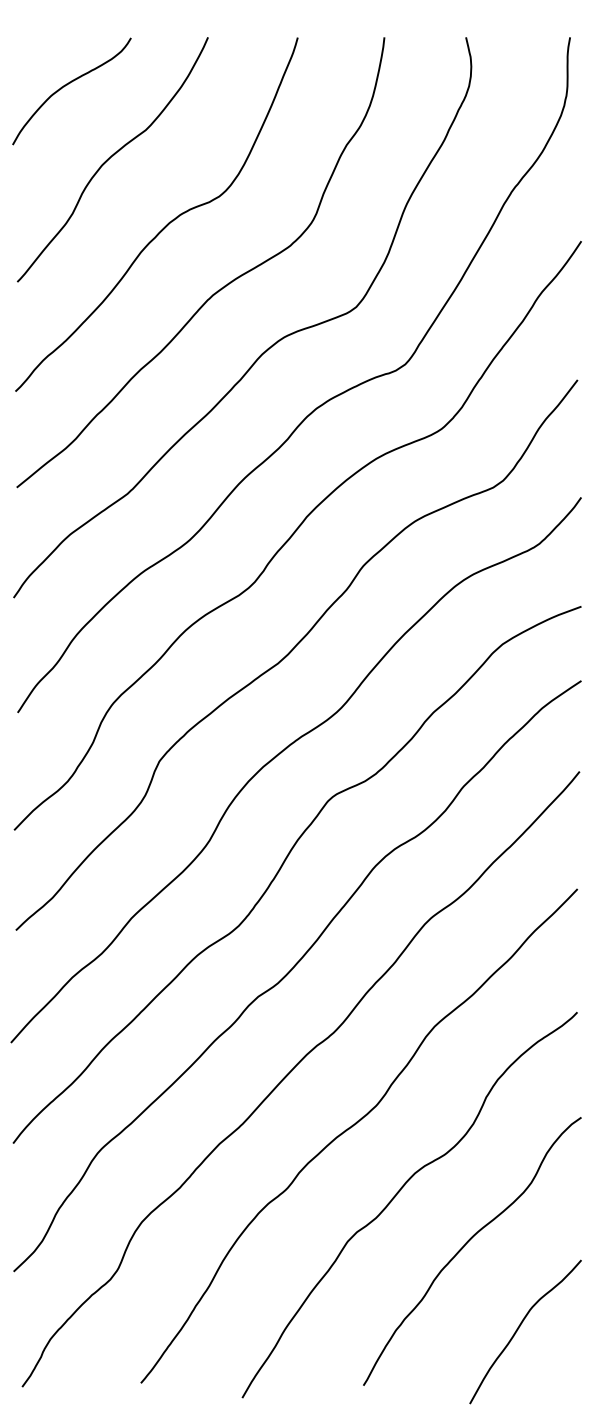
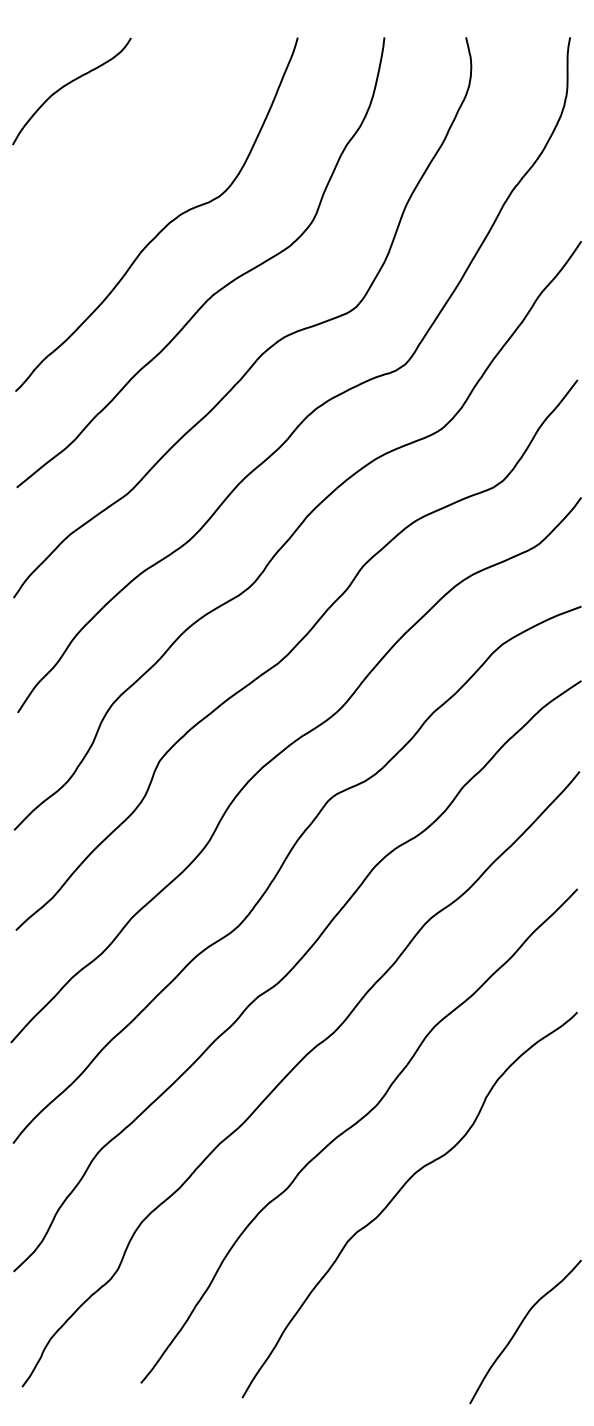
curve at (111, 157): present -> none
curve at (466, 1244): present -> none
